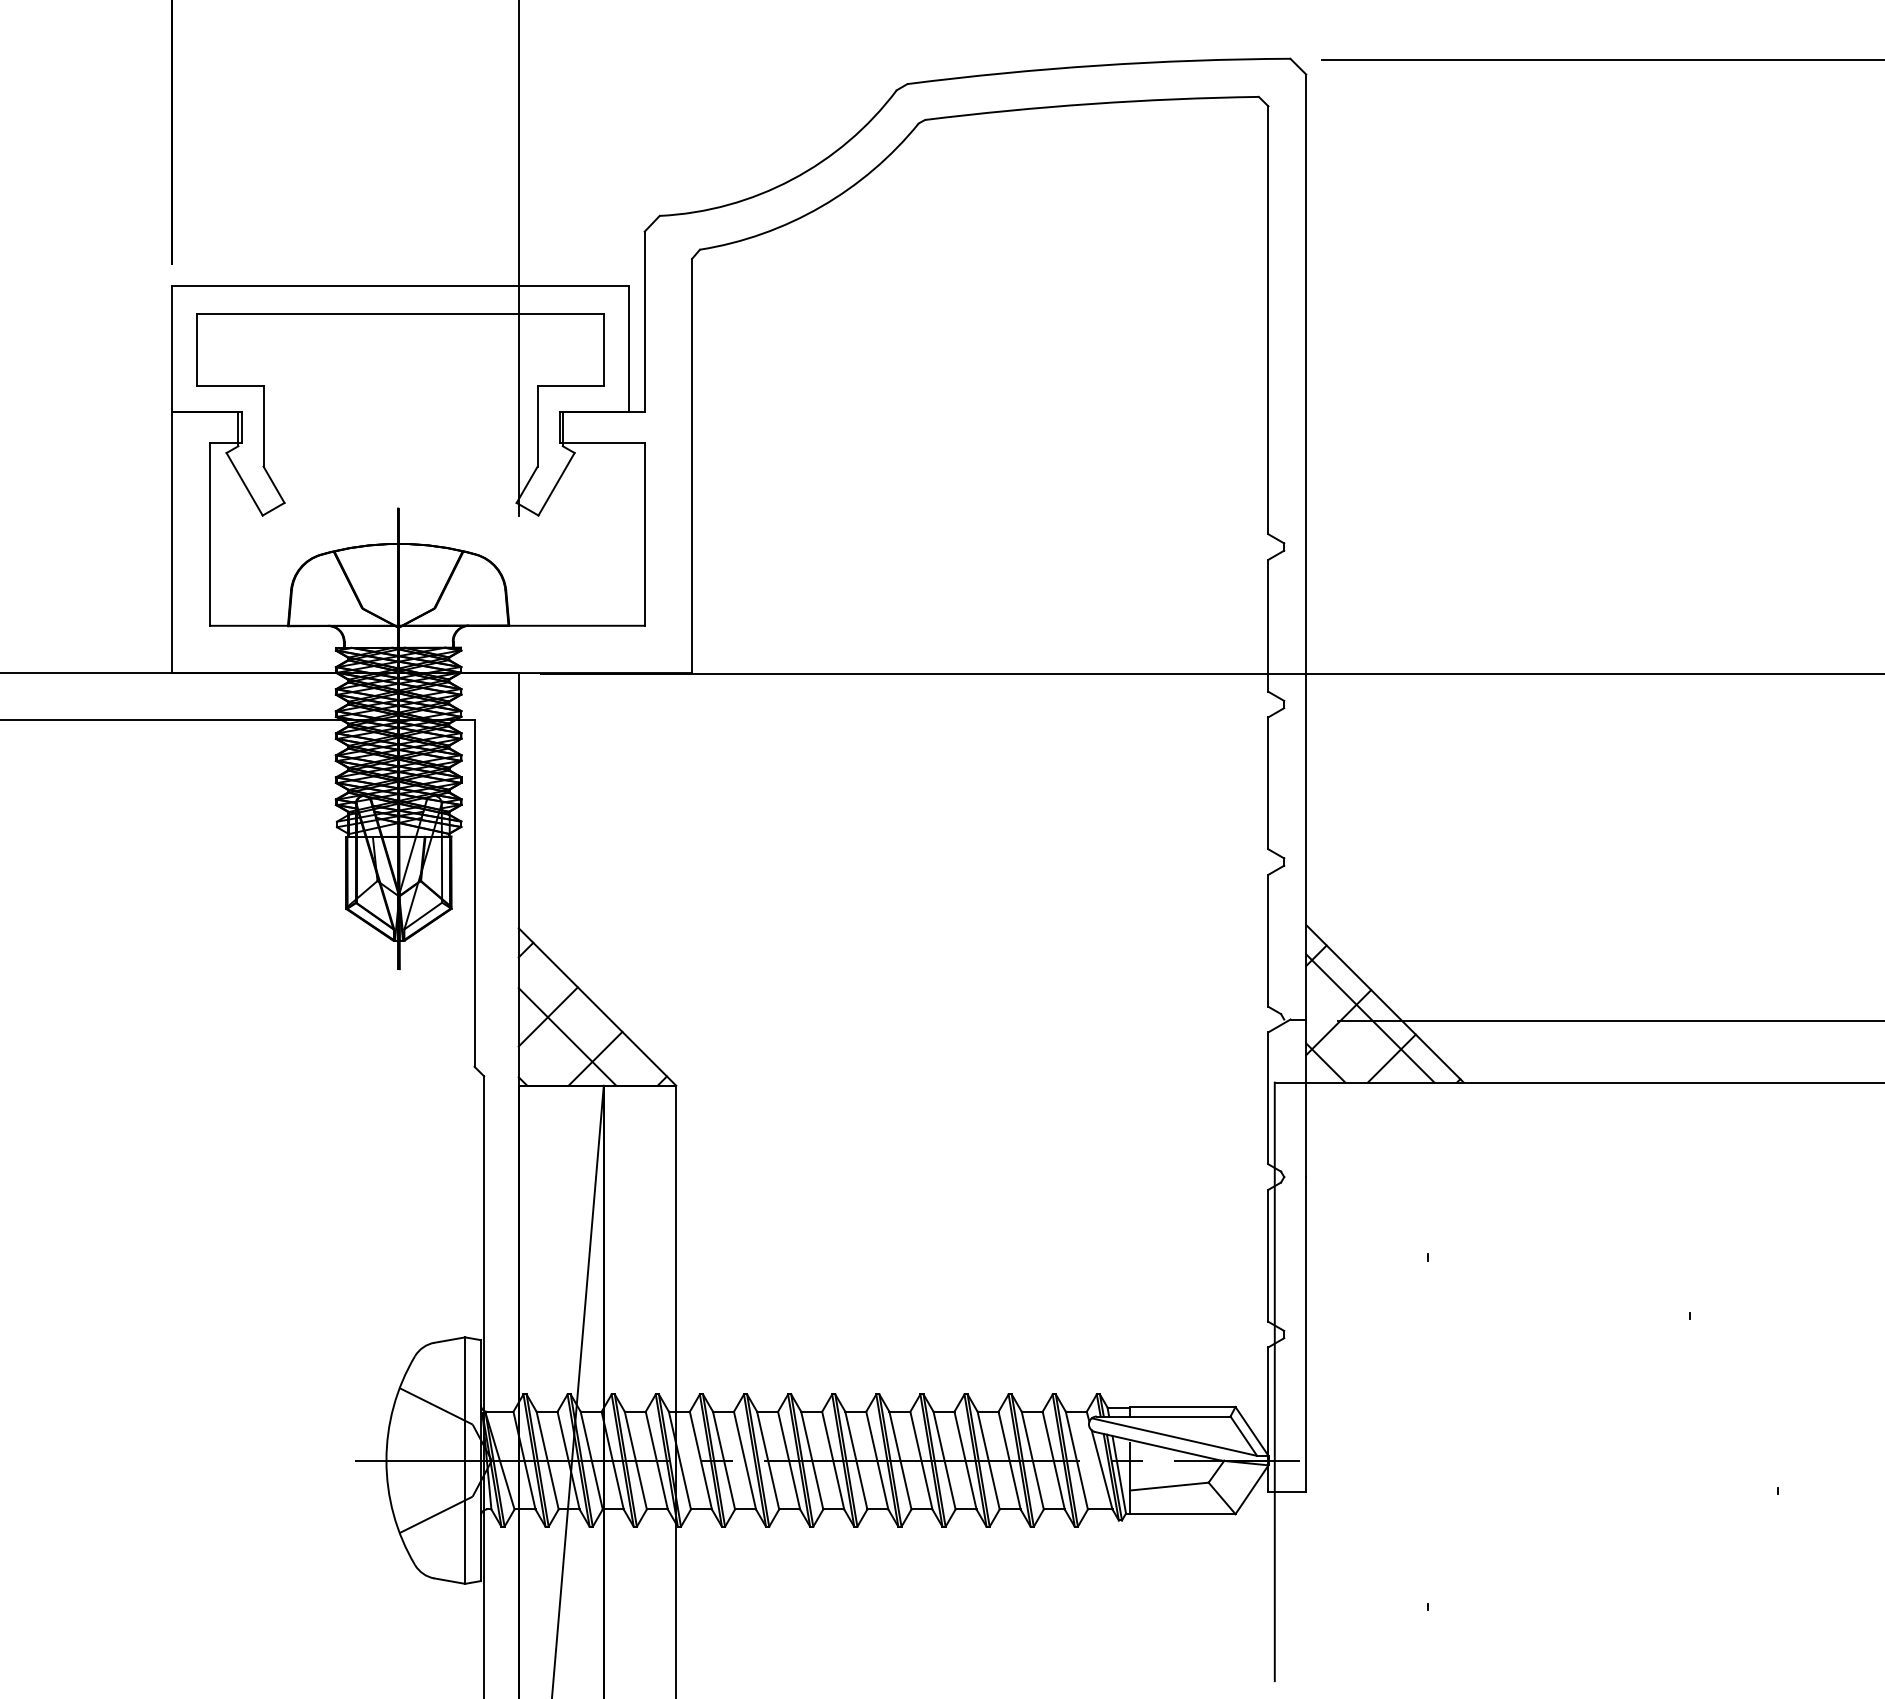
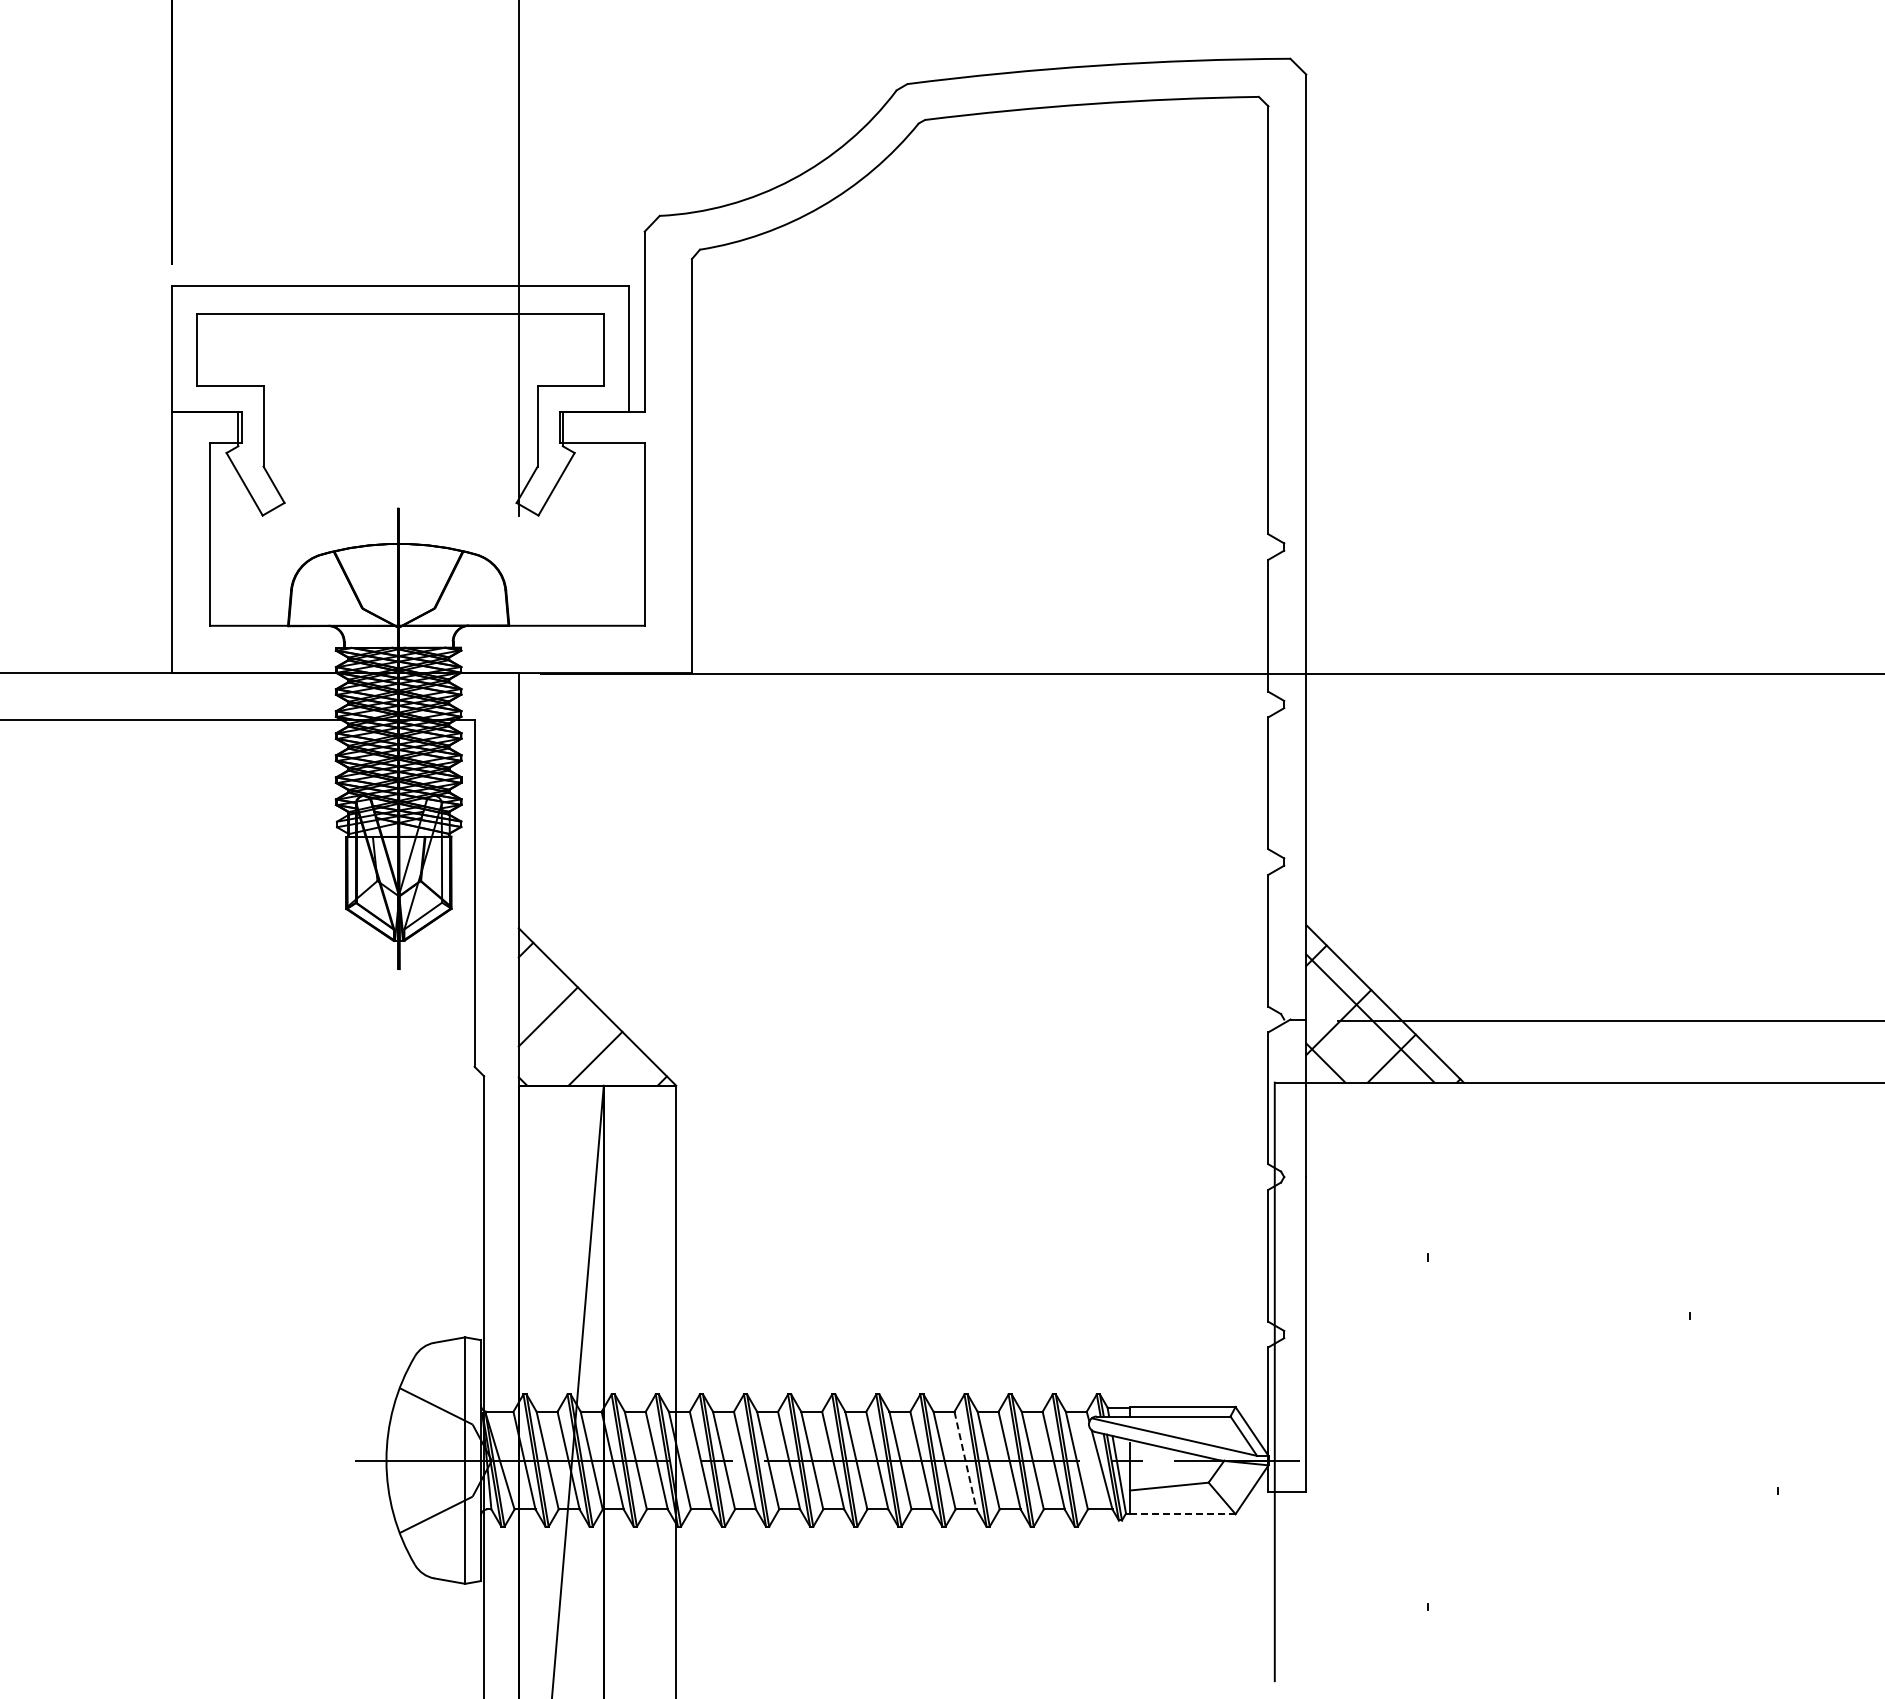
line at (1601, 60): present -> none
line at (567, 1036): present -> none
line at (965, 1461): solid -> dashed
line at (1182, 1514): solid -> dashed
